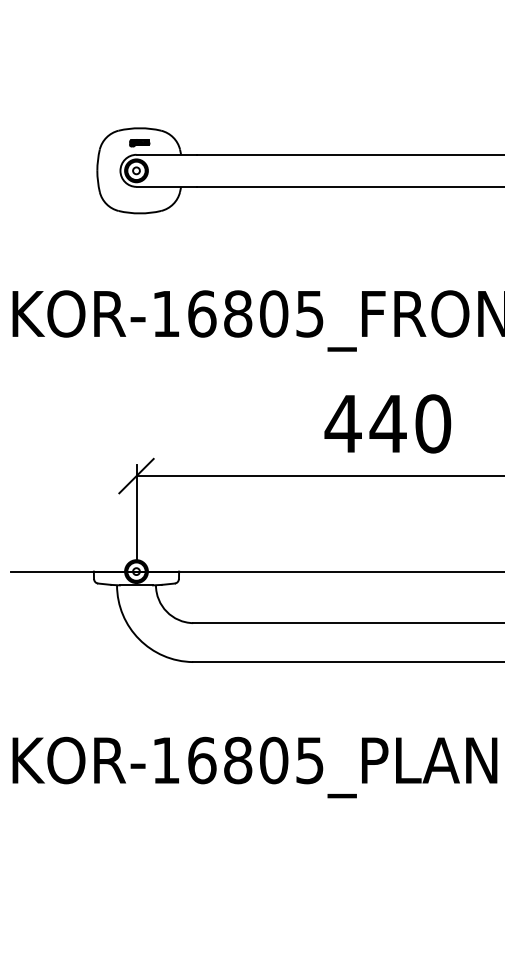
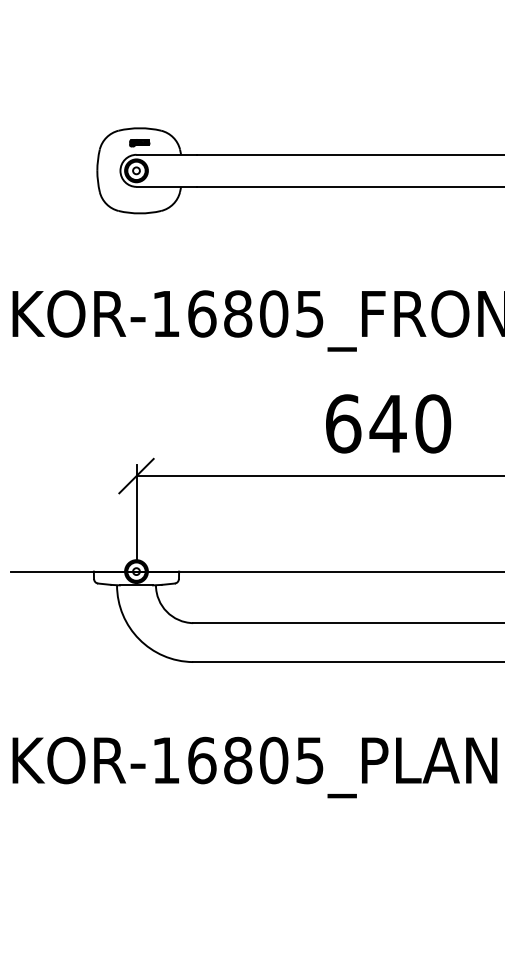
text at (342, 423): 440 -> 640
